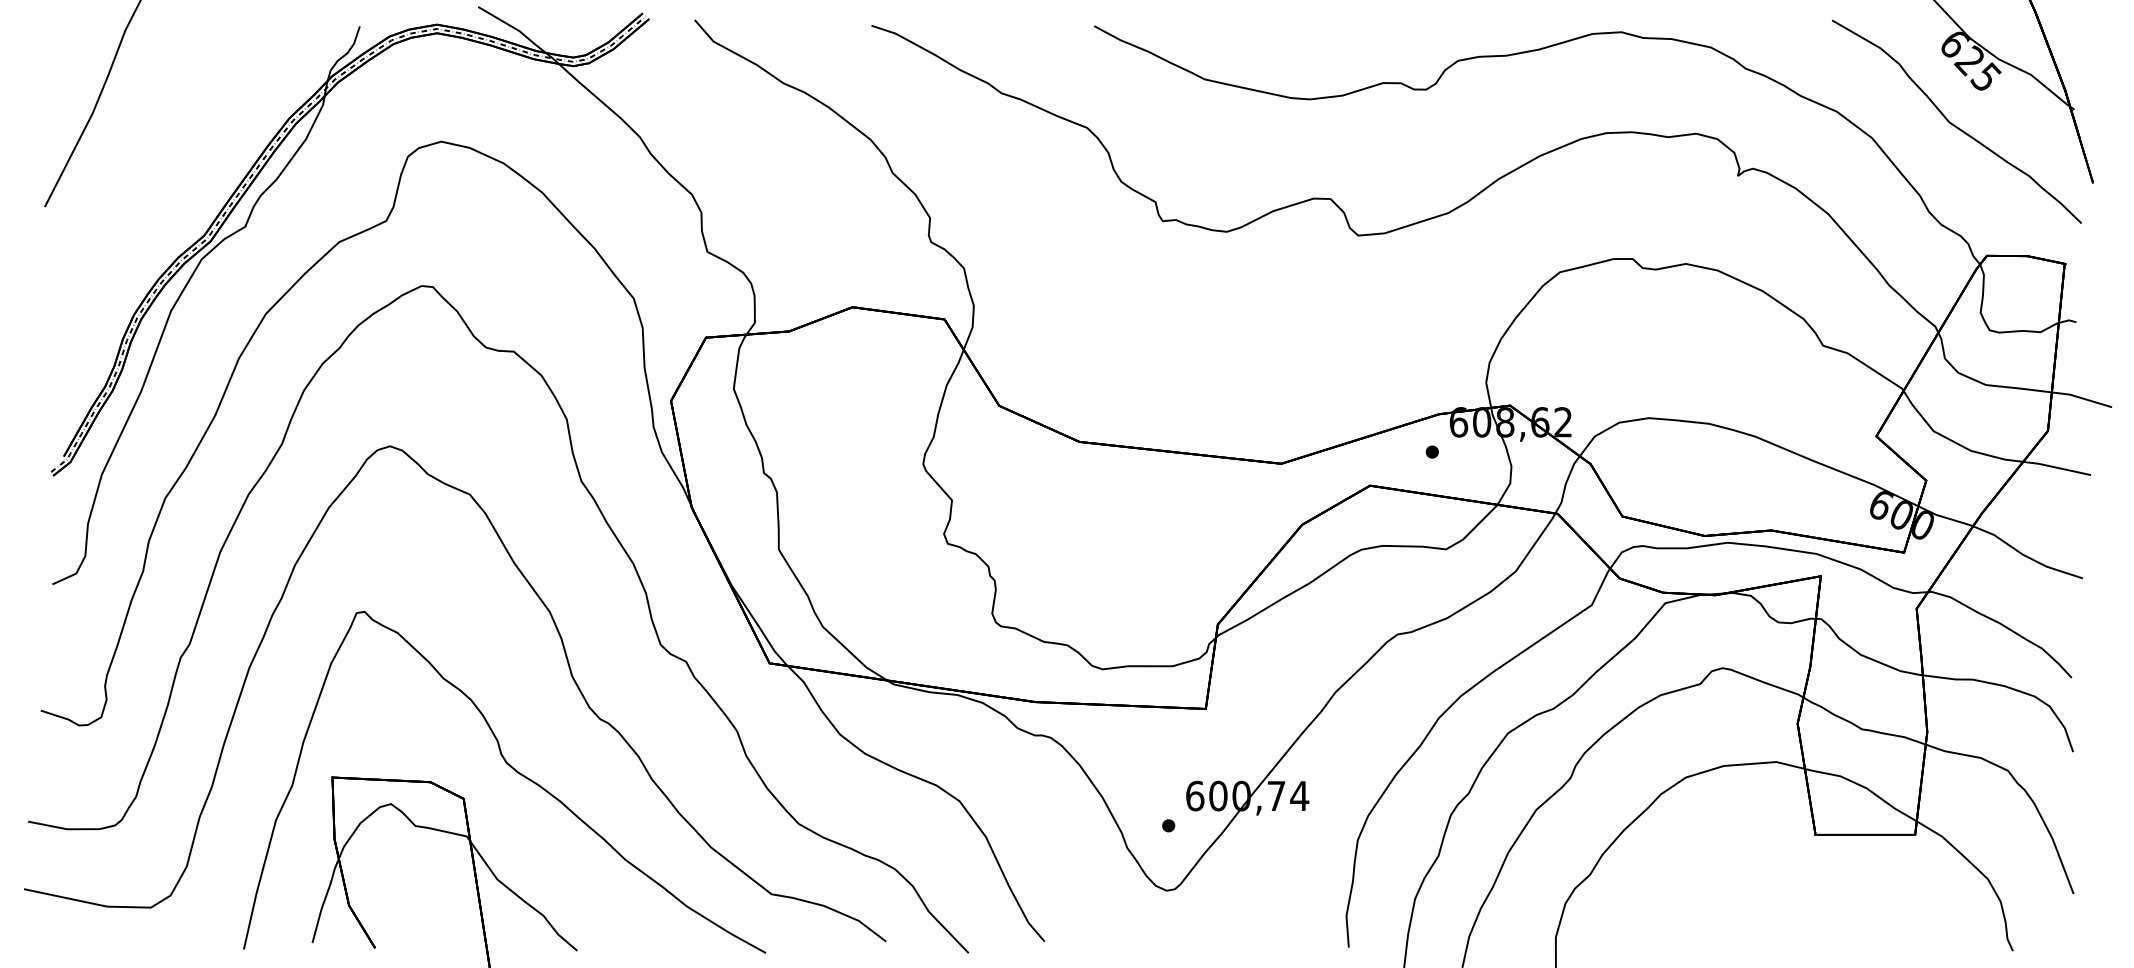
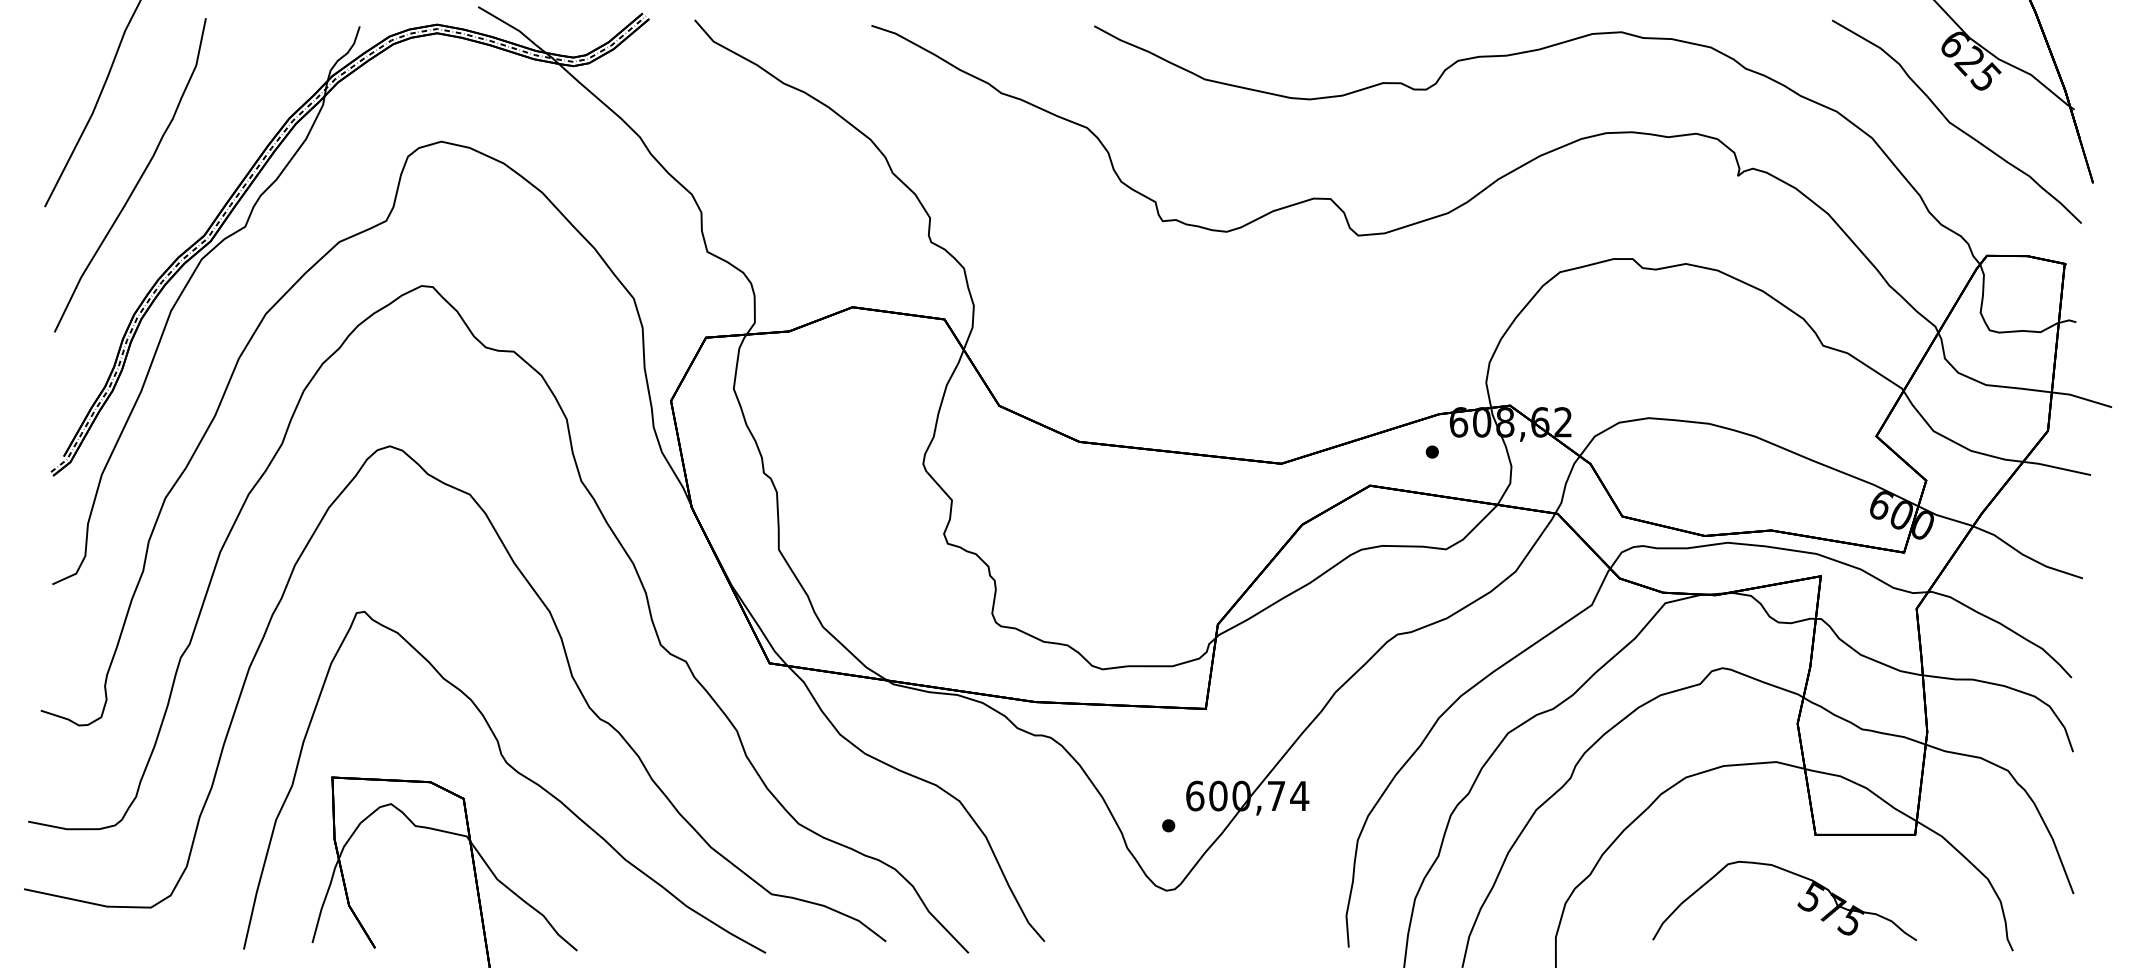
curve at (138, 179): none -> present
part at (1797, 904): none -> present
